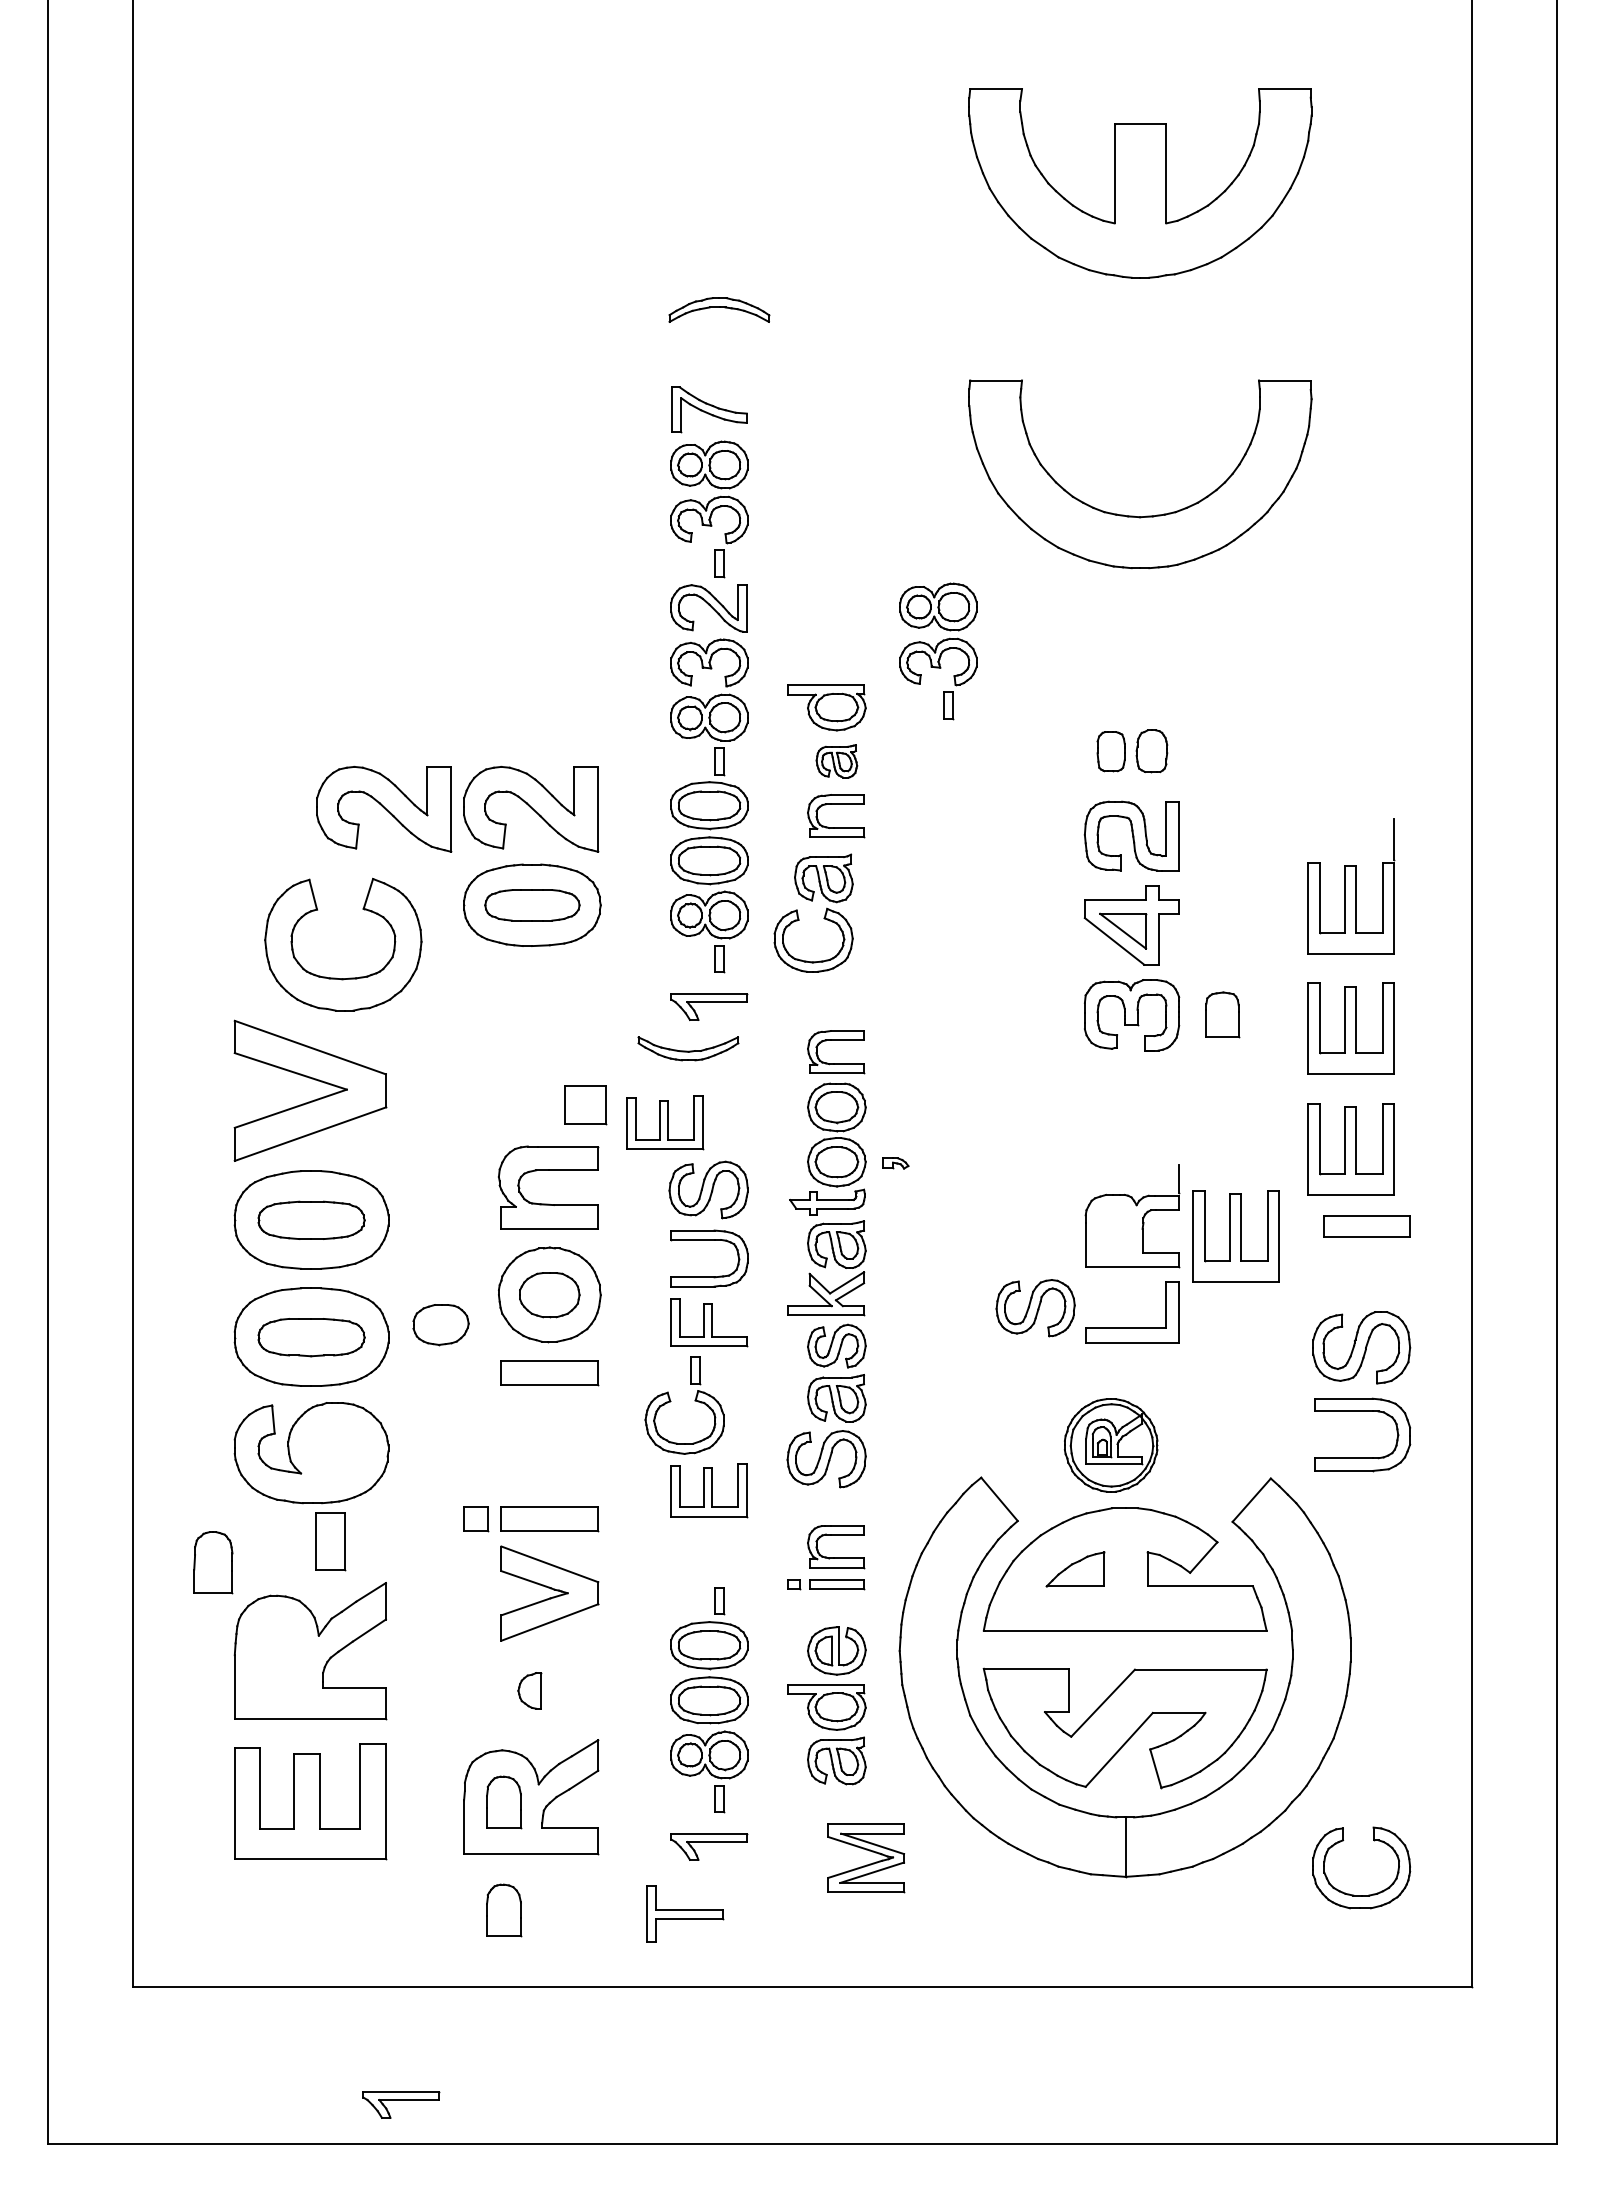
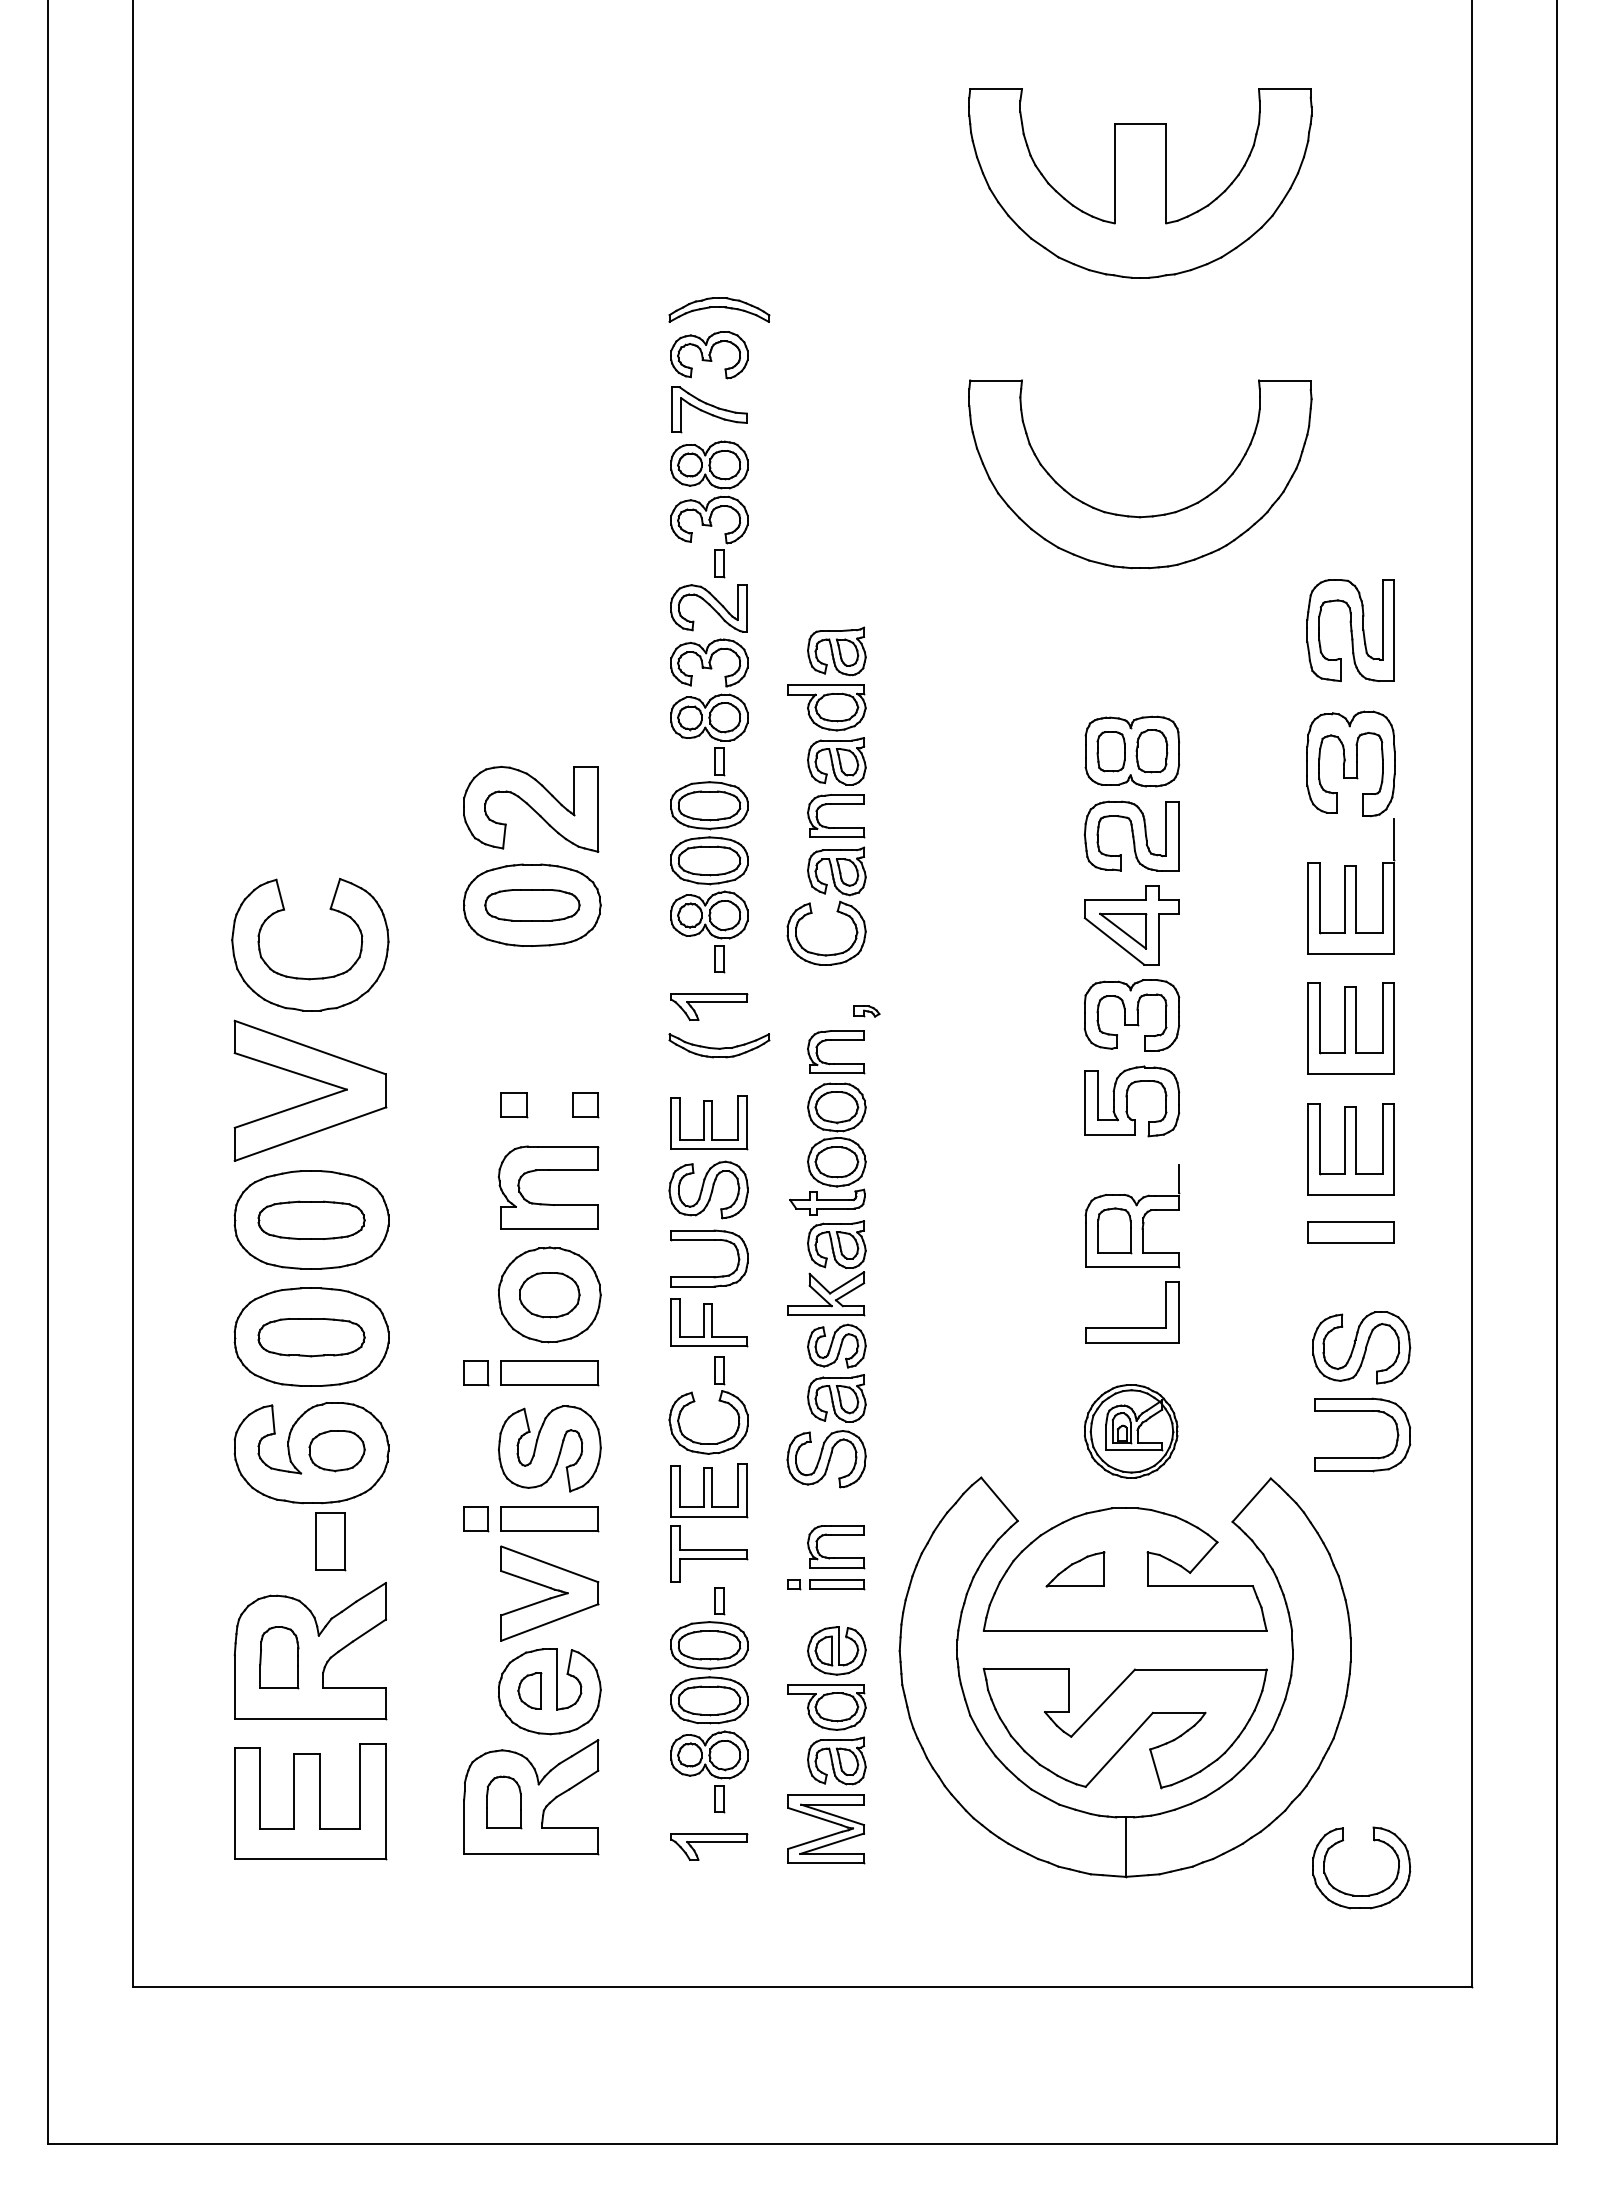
part at (709, 355): none -> present
part at (1350, 630): none -> present
part at (836, 651): none -> present
part at (938, 651): present -> none
part at (1132, 751): none -> present
part at (836, 761) size: 44x35 px -> 60x49 px
part at (1350, 763): none -> present
part at (384, 809): present -> none
part at (812, 901) position: (812, 901) -> (825, 894)
part at (349, 977) position: (349, 977) -> (316, 977)
part at (1222, 1014) position: (1222, 1014) -> (1114, 1230)
part at (688, 1048) position: (688, 1048) -> (719, 1045)
part at (1132, 1101): none -> present
part at (514, 1105): none -> present
part at (585, 1105) size: 44x41 px -> 28x27 px
part at (665, 1122) position: (665, 1122) -> (709, 1122)
part at (895, 1163) position: (895, 1163) -> (866, 1011)
part at (1366, 1226) position: (1366, 1226) -> (1350, 1232)
part at (1235, 1236): present -> none
part at (1035, 1308): present -> none
part at (440, 1325) position: (440, 1325) -> (336, 1451)
part at (476, 1373): none -> present
part at (694, 1401) position: (694, 1401) -> (718, 1401)
part at (1110, 1445) position: (1110, 1445) -> (1130, 1431)
part at (549, 1448): none -> present
part at (213, 1562) position: (213, 1562) -> (279, 1657)
part at (549, 1691): none -> present
part at (866, 1858) position: (866, 1858) -> (826, 1829)
part at (504, 1910): present -> none
part at (685, 1913) position: (685, 1913) -> (709, 1553)
part at (401, 2104): present -> none
